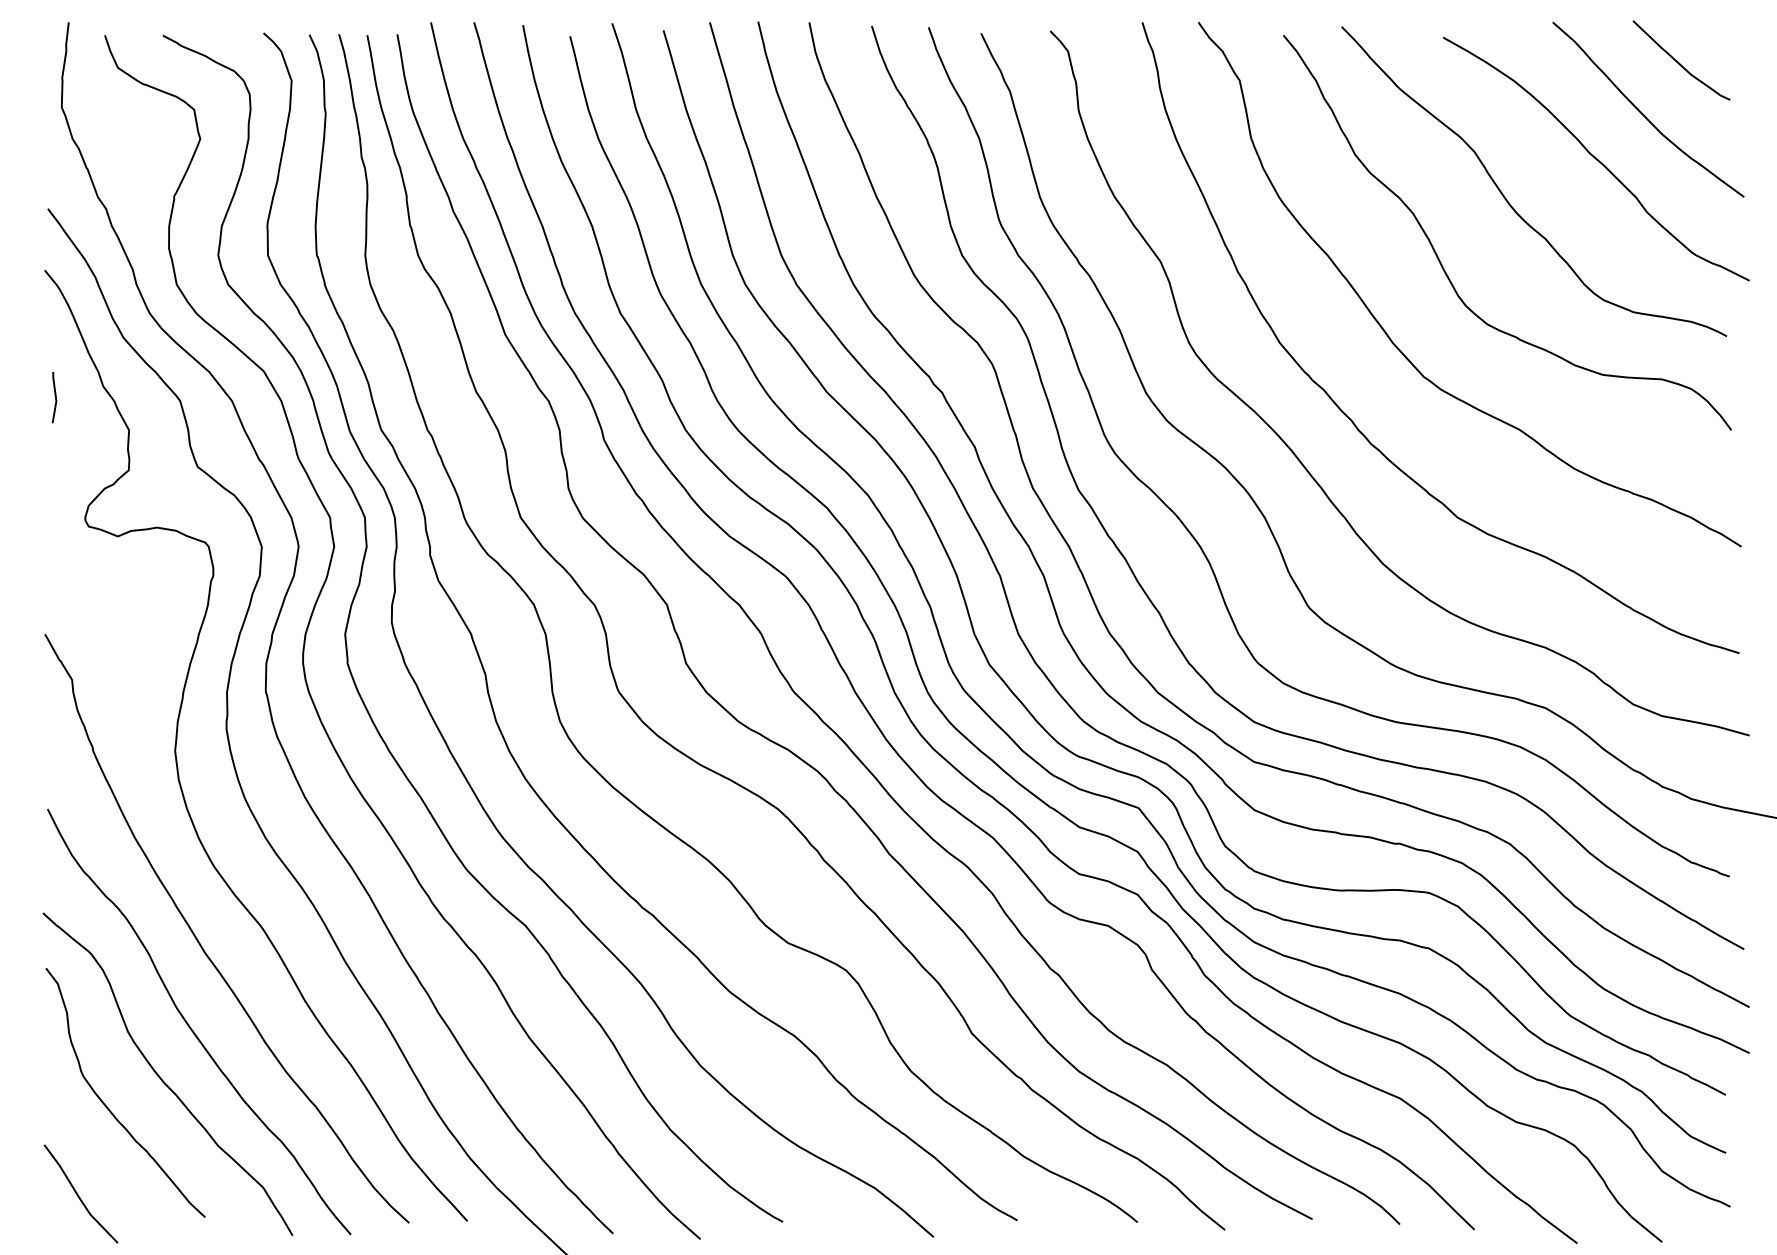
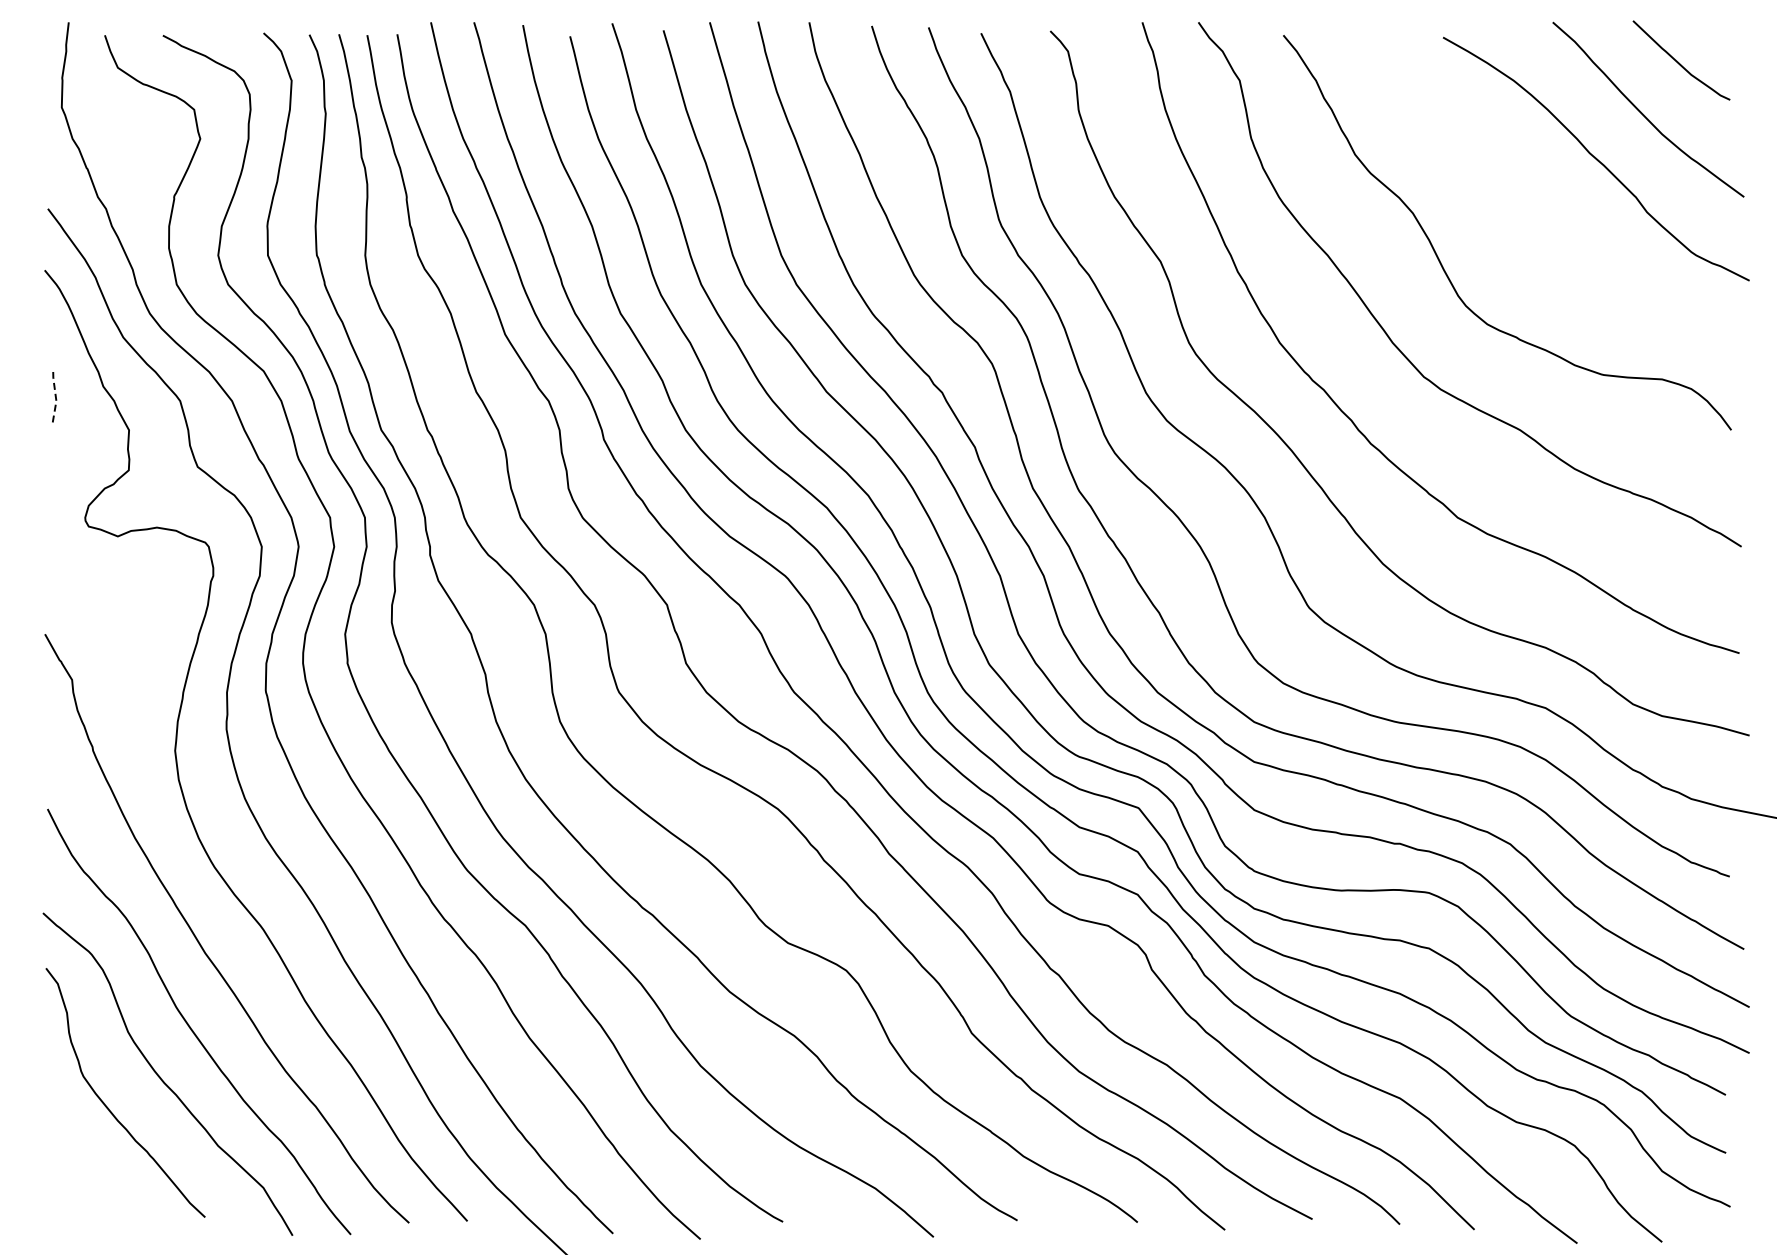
curve at (1507, 199): present -> none
line at (55, 397): solid -> dashed
curve at (78, 1194): present -> none
